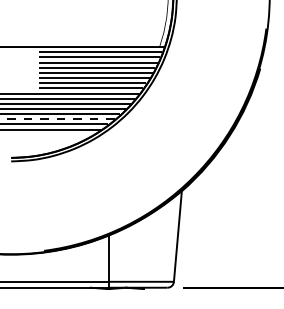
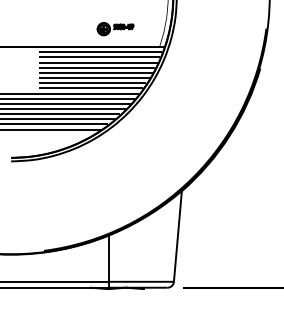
part at (115, 29): none -> present
line at (57, 119): dashed -> solid
